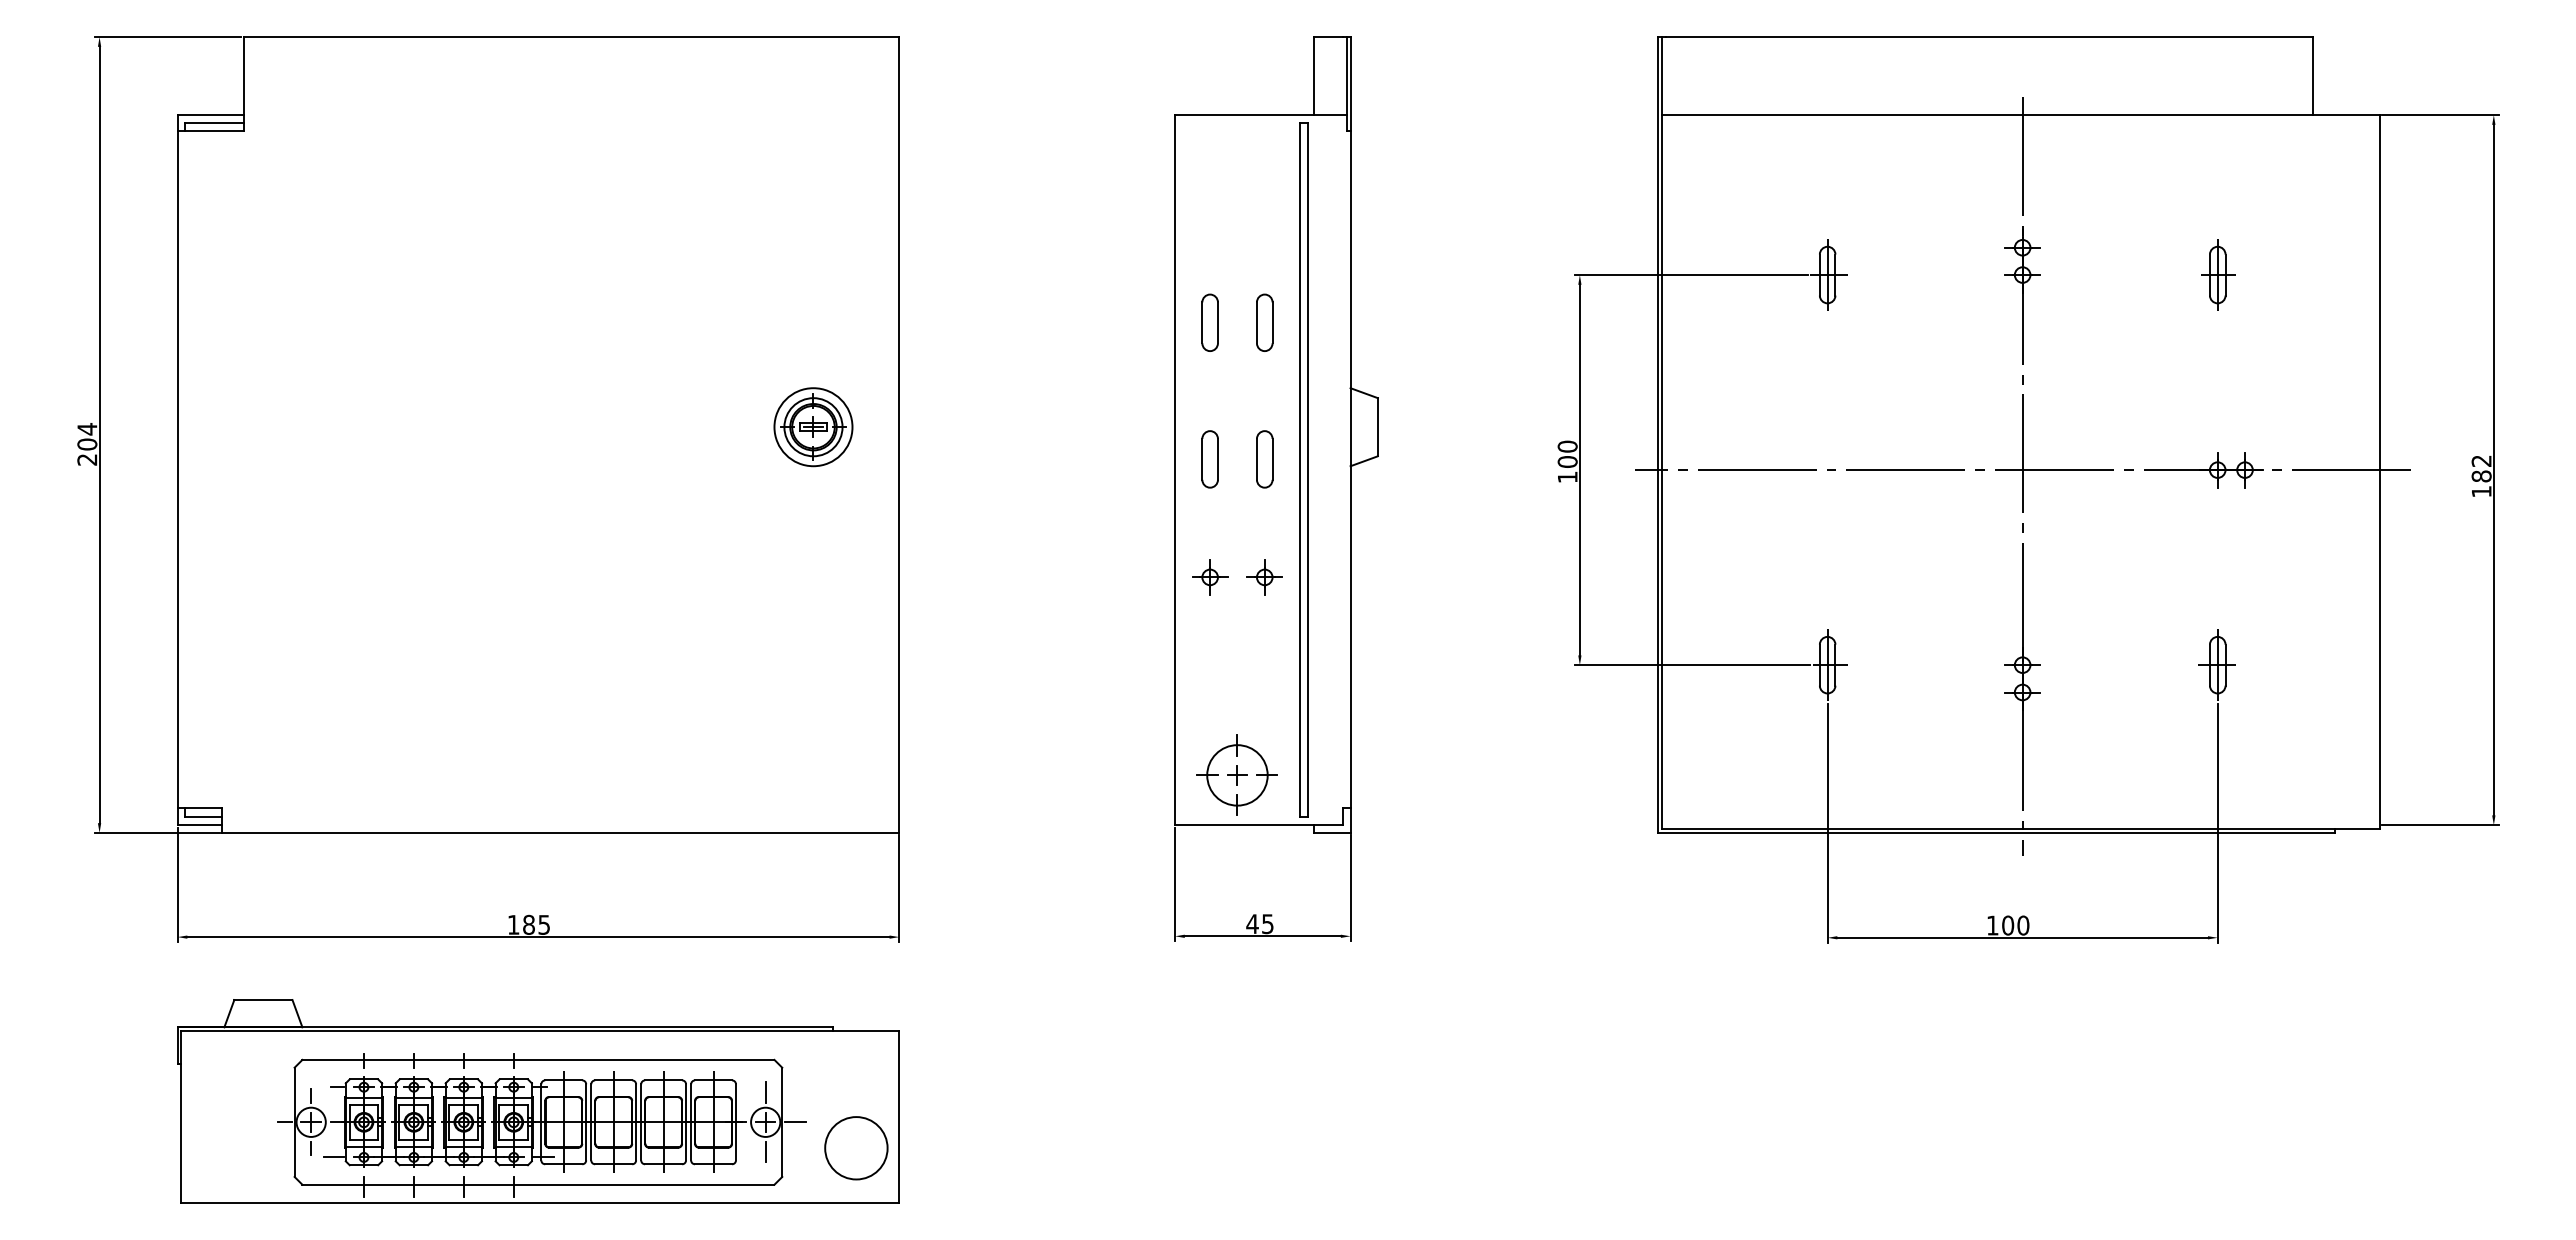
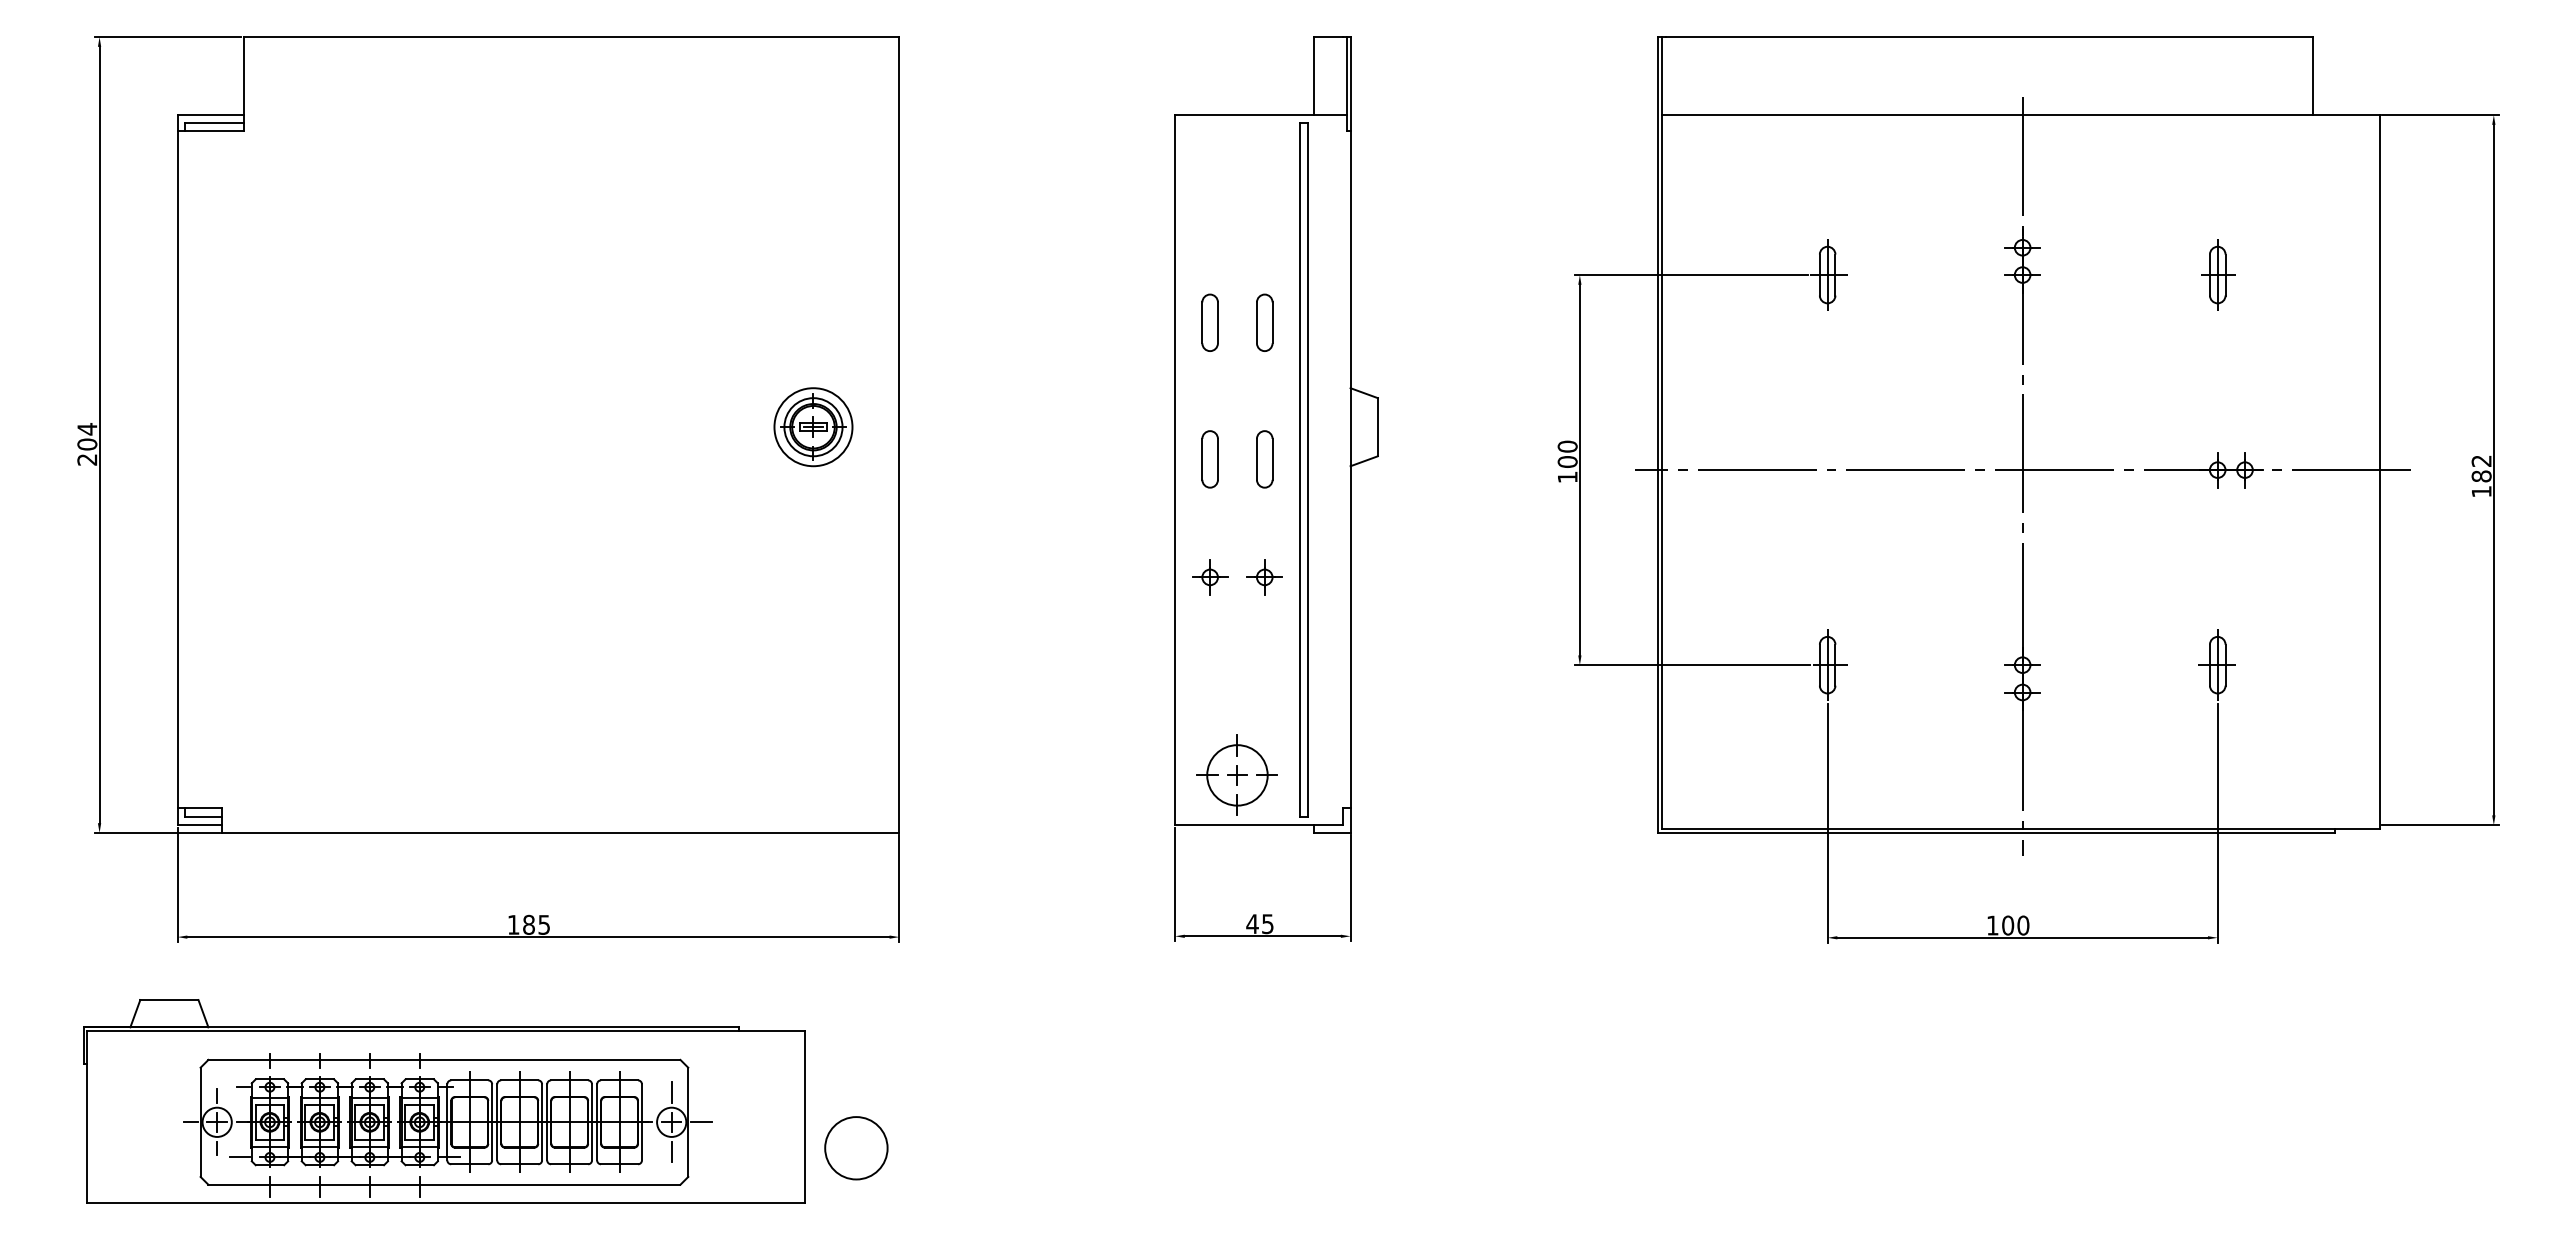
part at (538, 1101) position: (538, 1101) -> (444, 1101)
